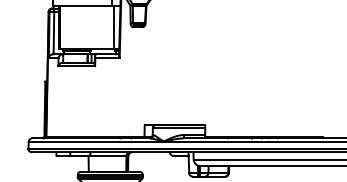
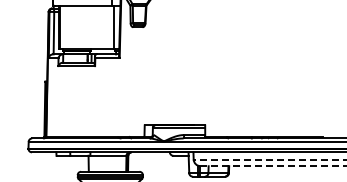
line at (269, 159): solid -> dashed
line at (273, 166): solid -> dashed
